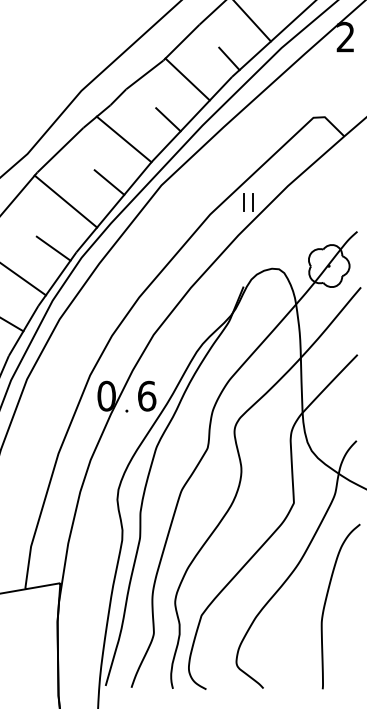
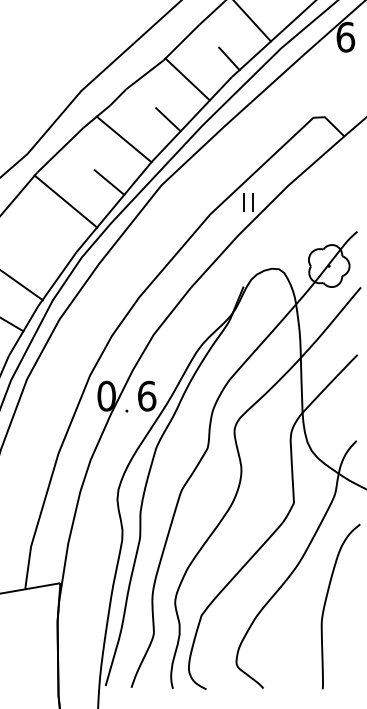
text at (345, 36): 2 -> 6
line at (53, 248): present -> none
line at (23, 279) position: (23, 279) -> (22, 285)
